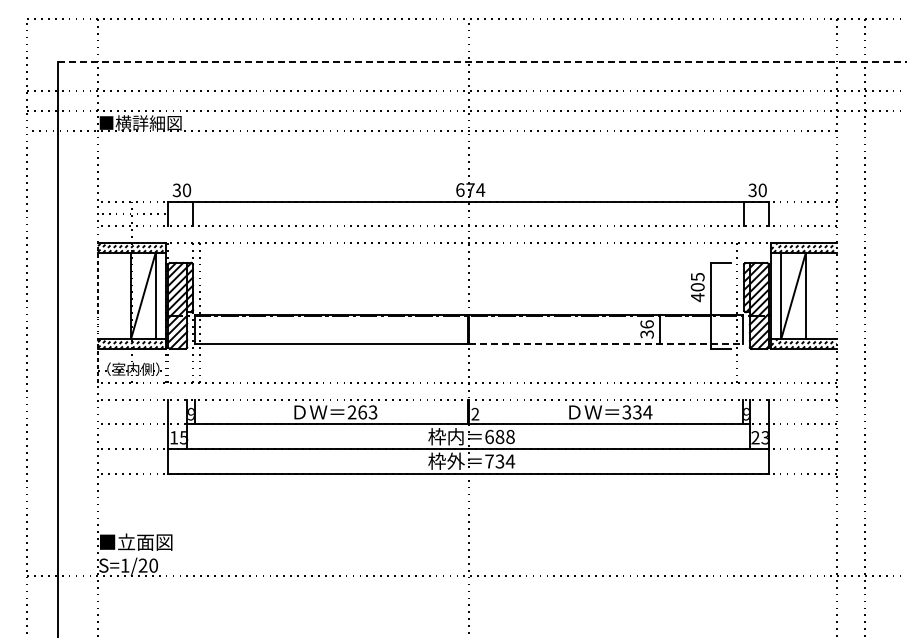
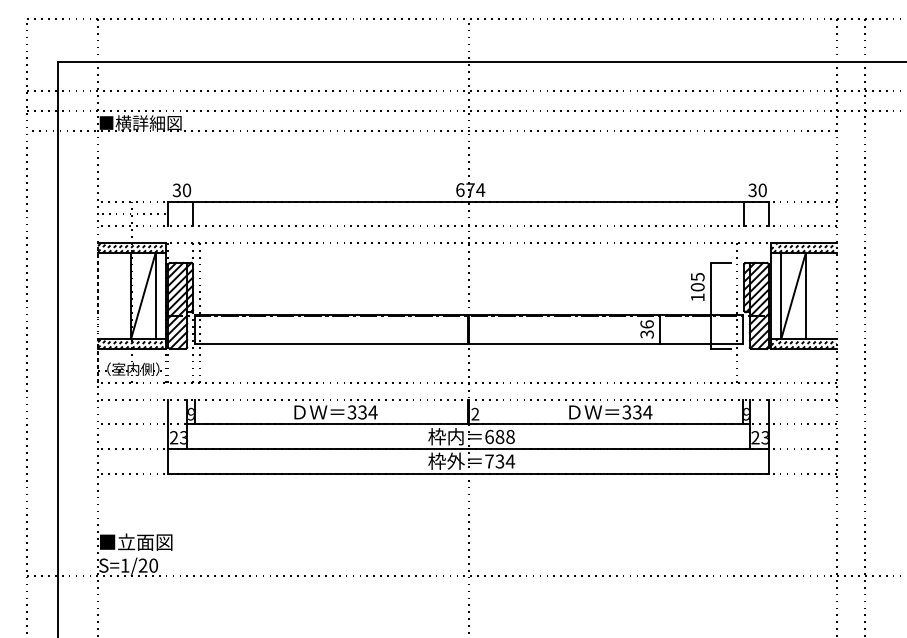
line at (482, 61): dashed -> solid
text at (697, 297): 405 -> 105
line at (605, 343): dashed -> solid
text at (362, 412): 263 -> 334
text at (179, 437): 15 -> 23
